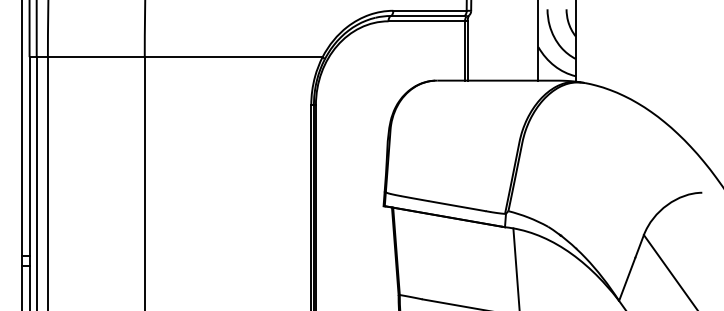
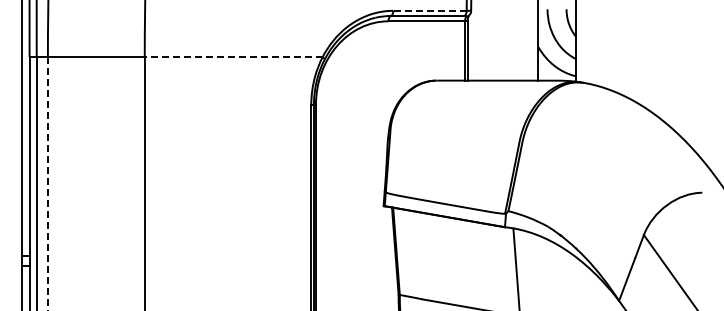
line at (430, 10): solid -> dashed
line at (233, 57): solid -> dashed
line at (47, 183): solid -> dashed
